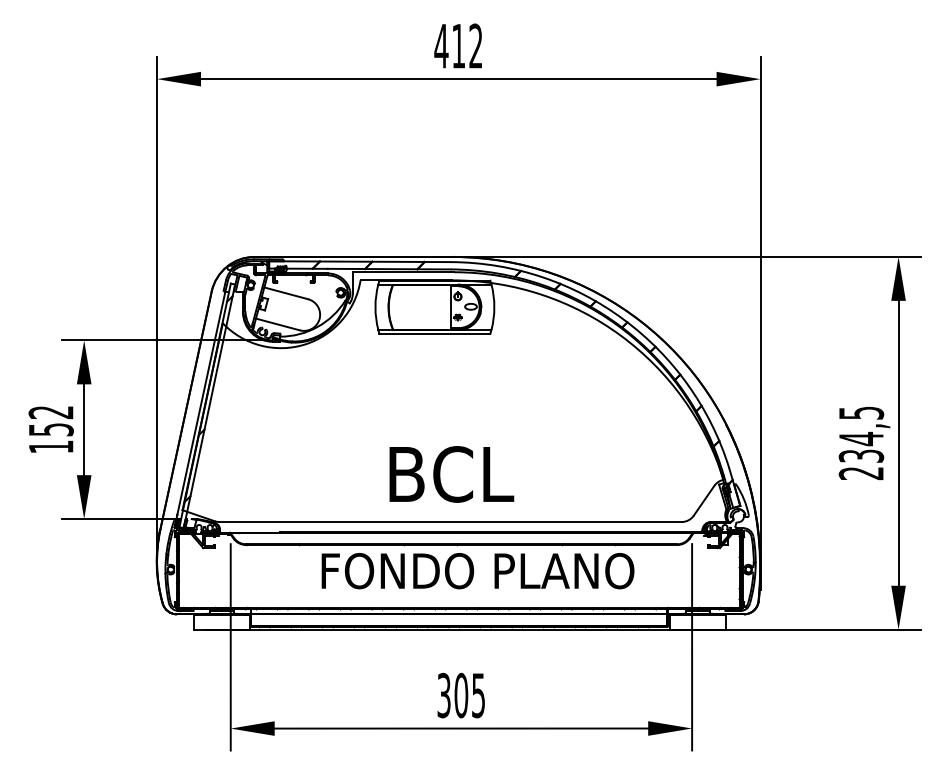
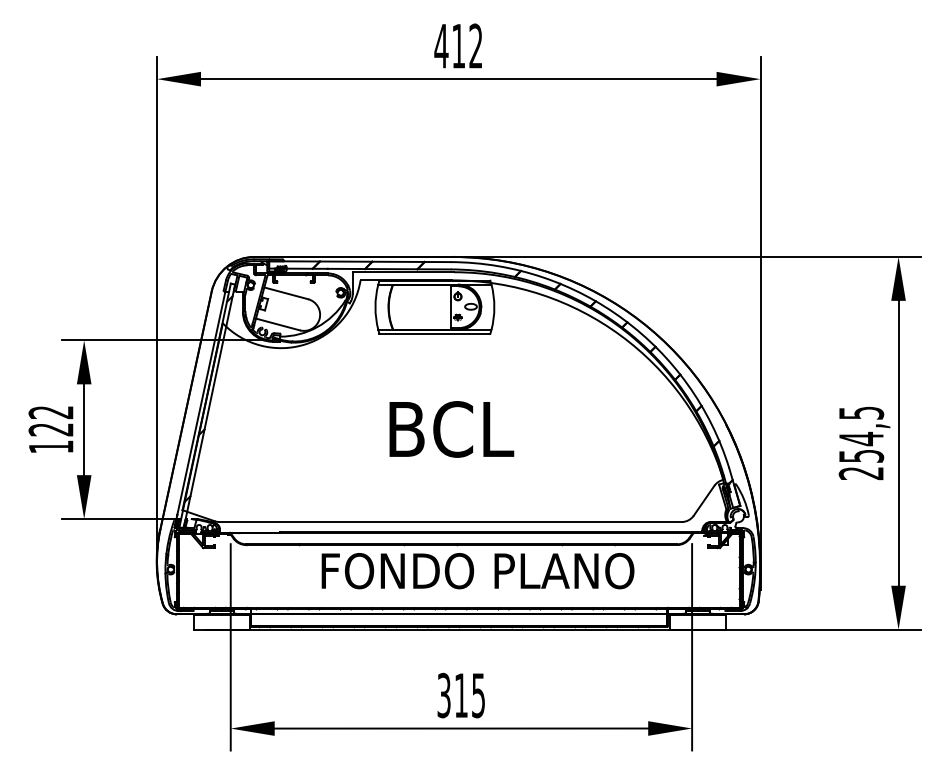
text at (50, 429): 152 -> 122
text at (860, 455): 234,5 -> 254,5
text at (451, 474) position: (451, 474) -> (451, 429)
text at (461, 695): 305 -> 315
